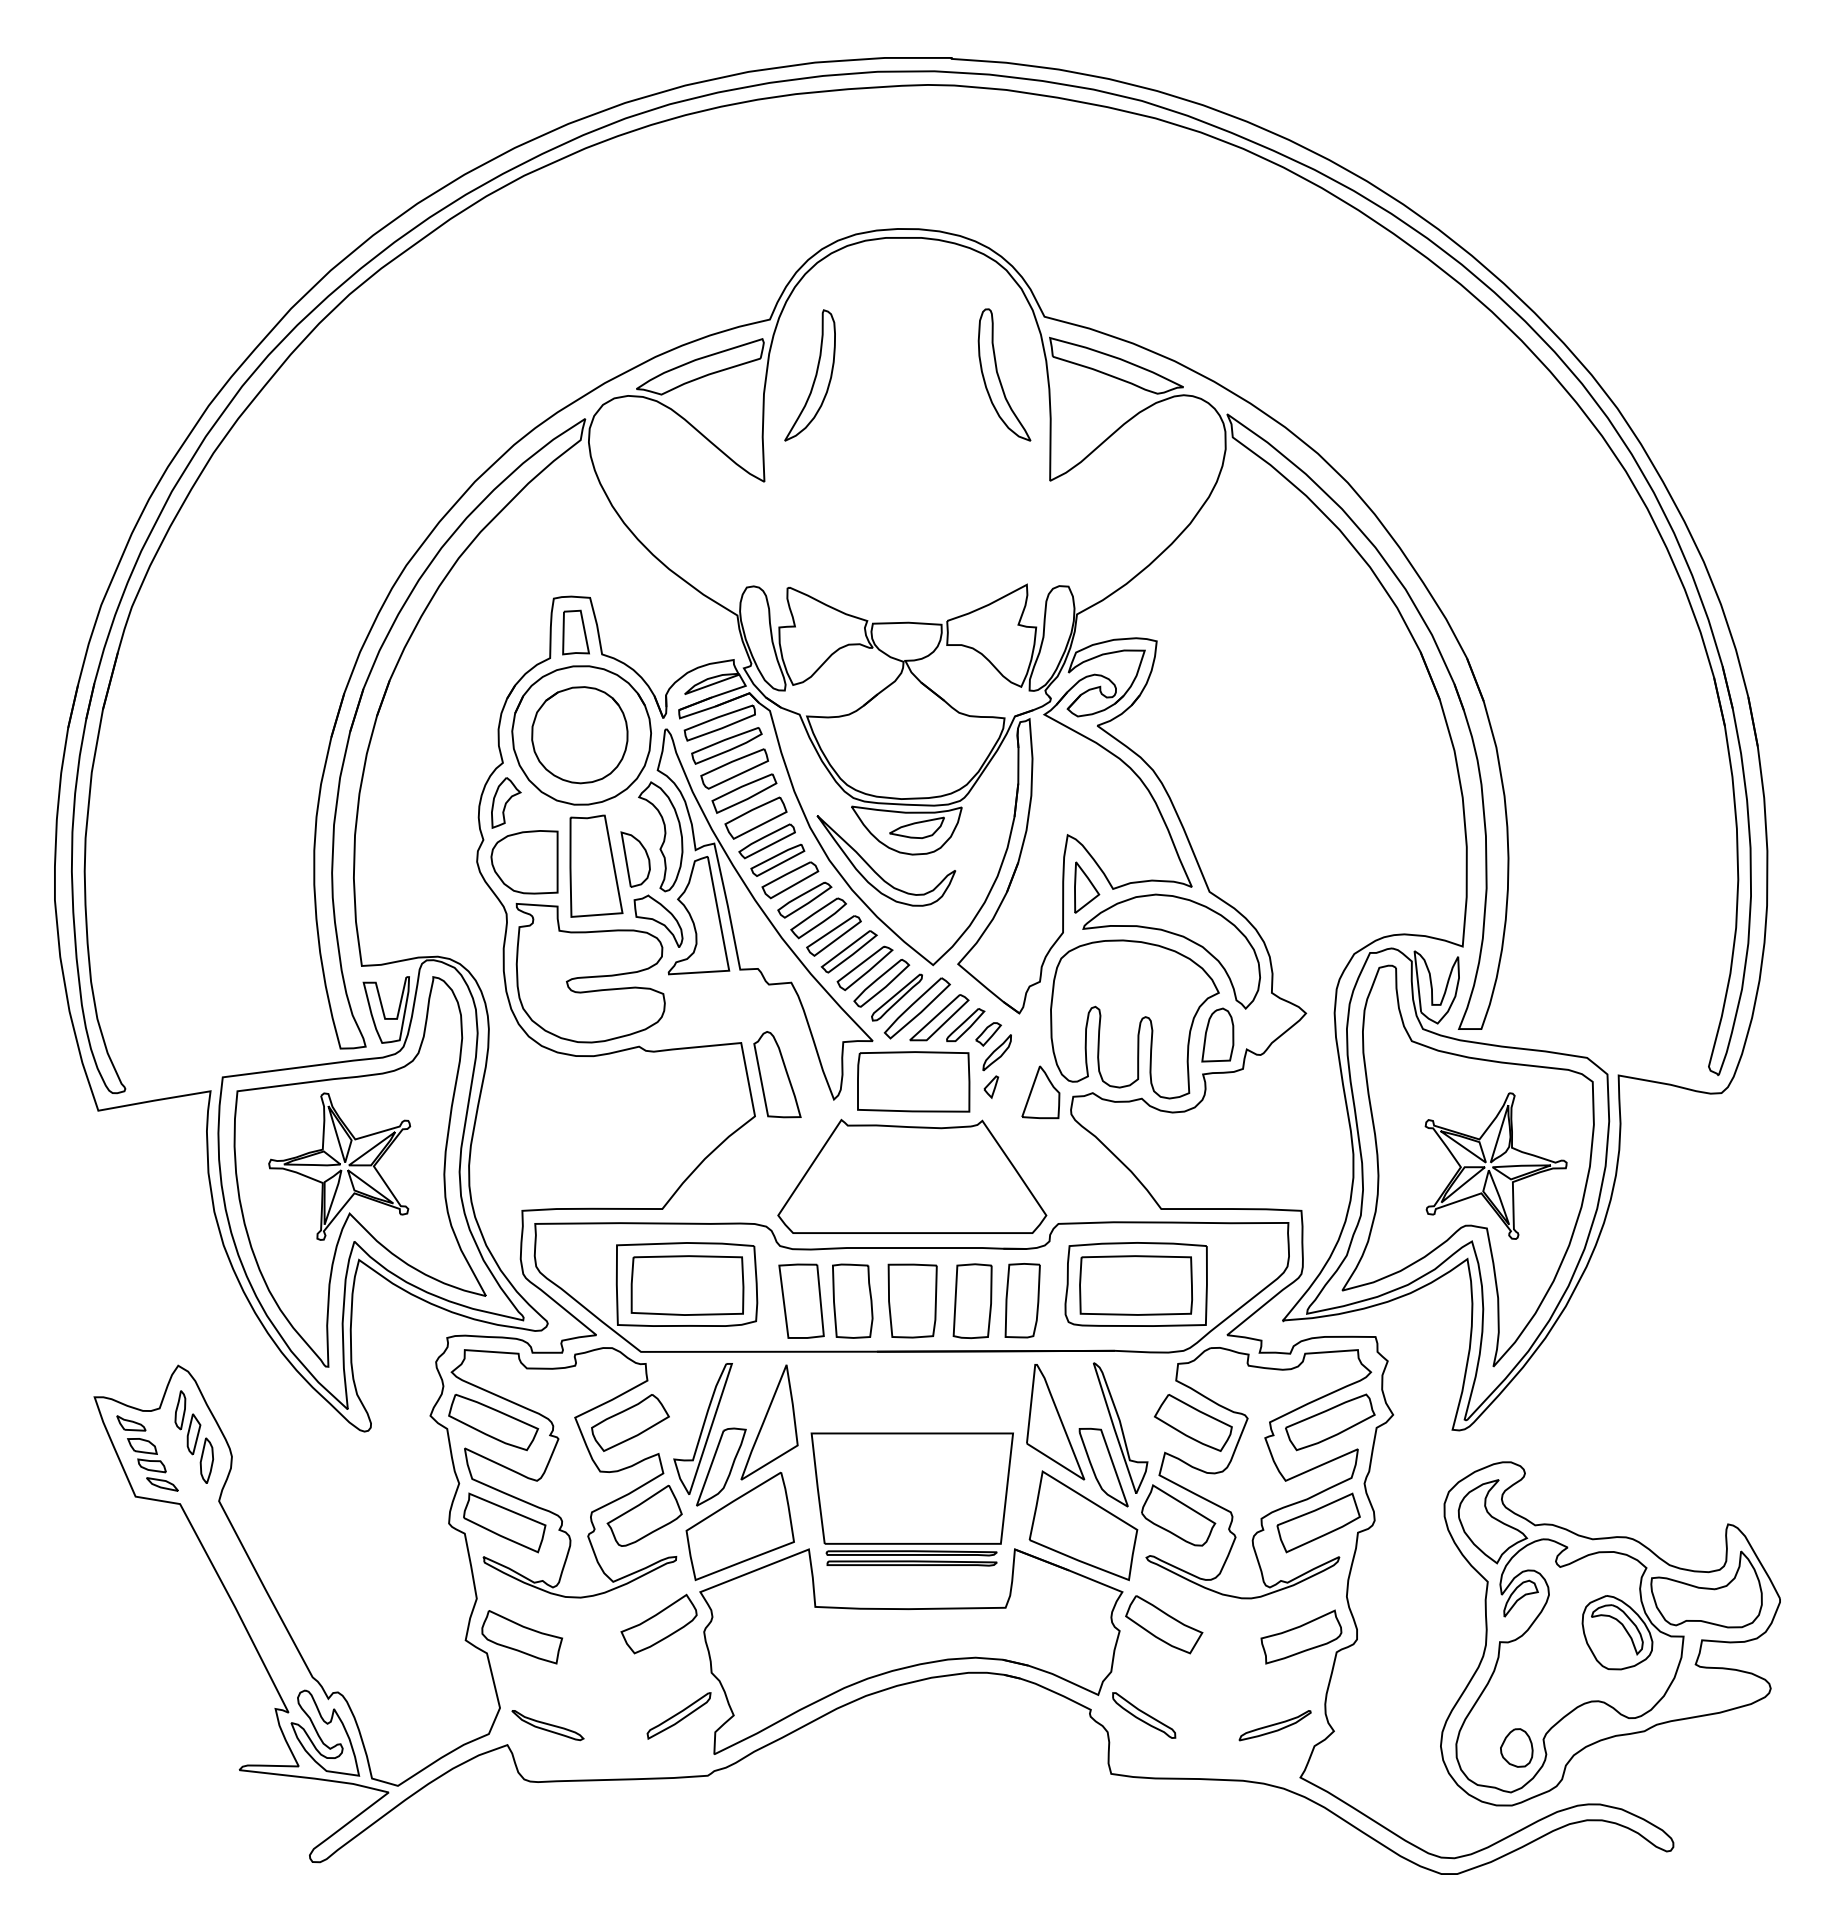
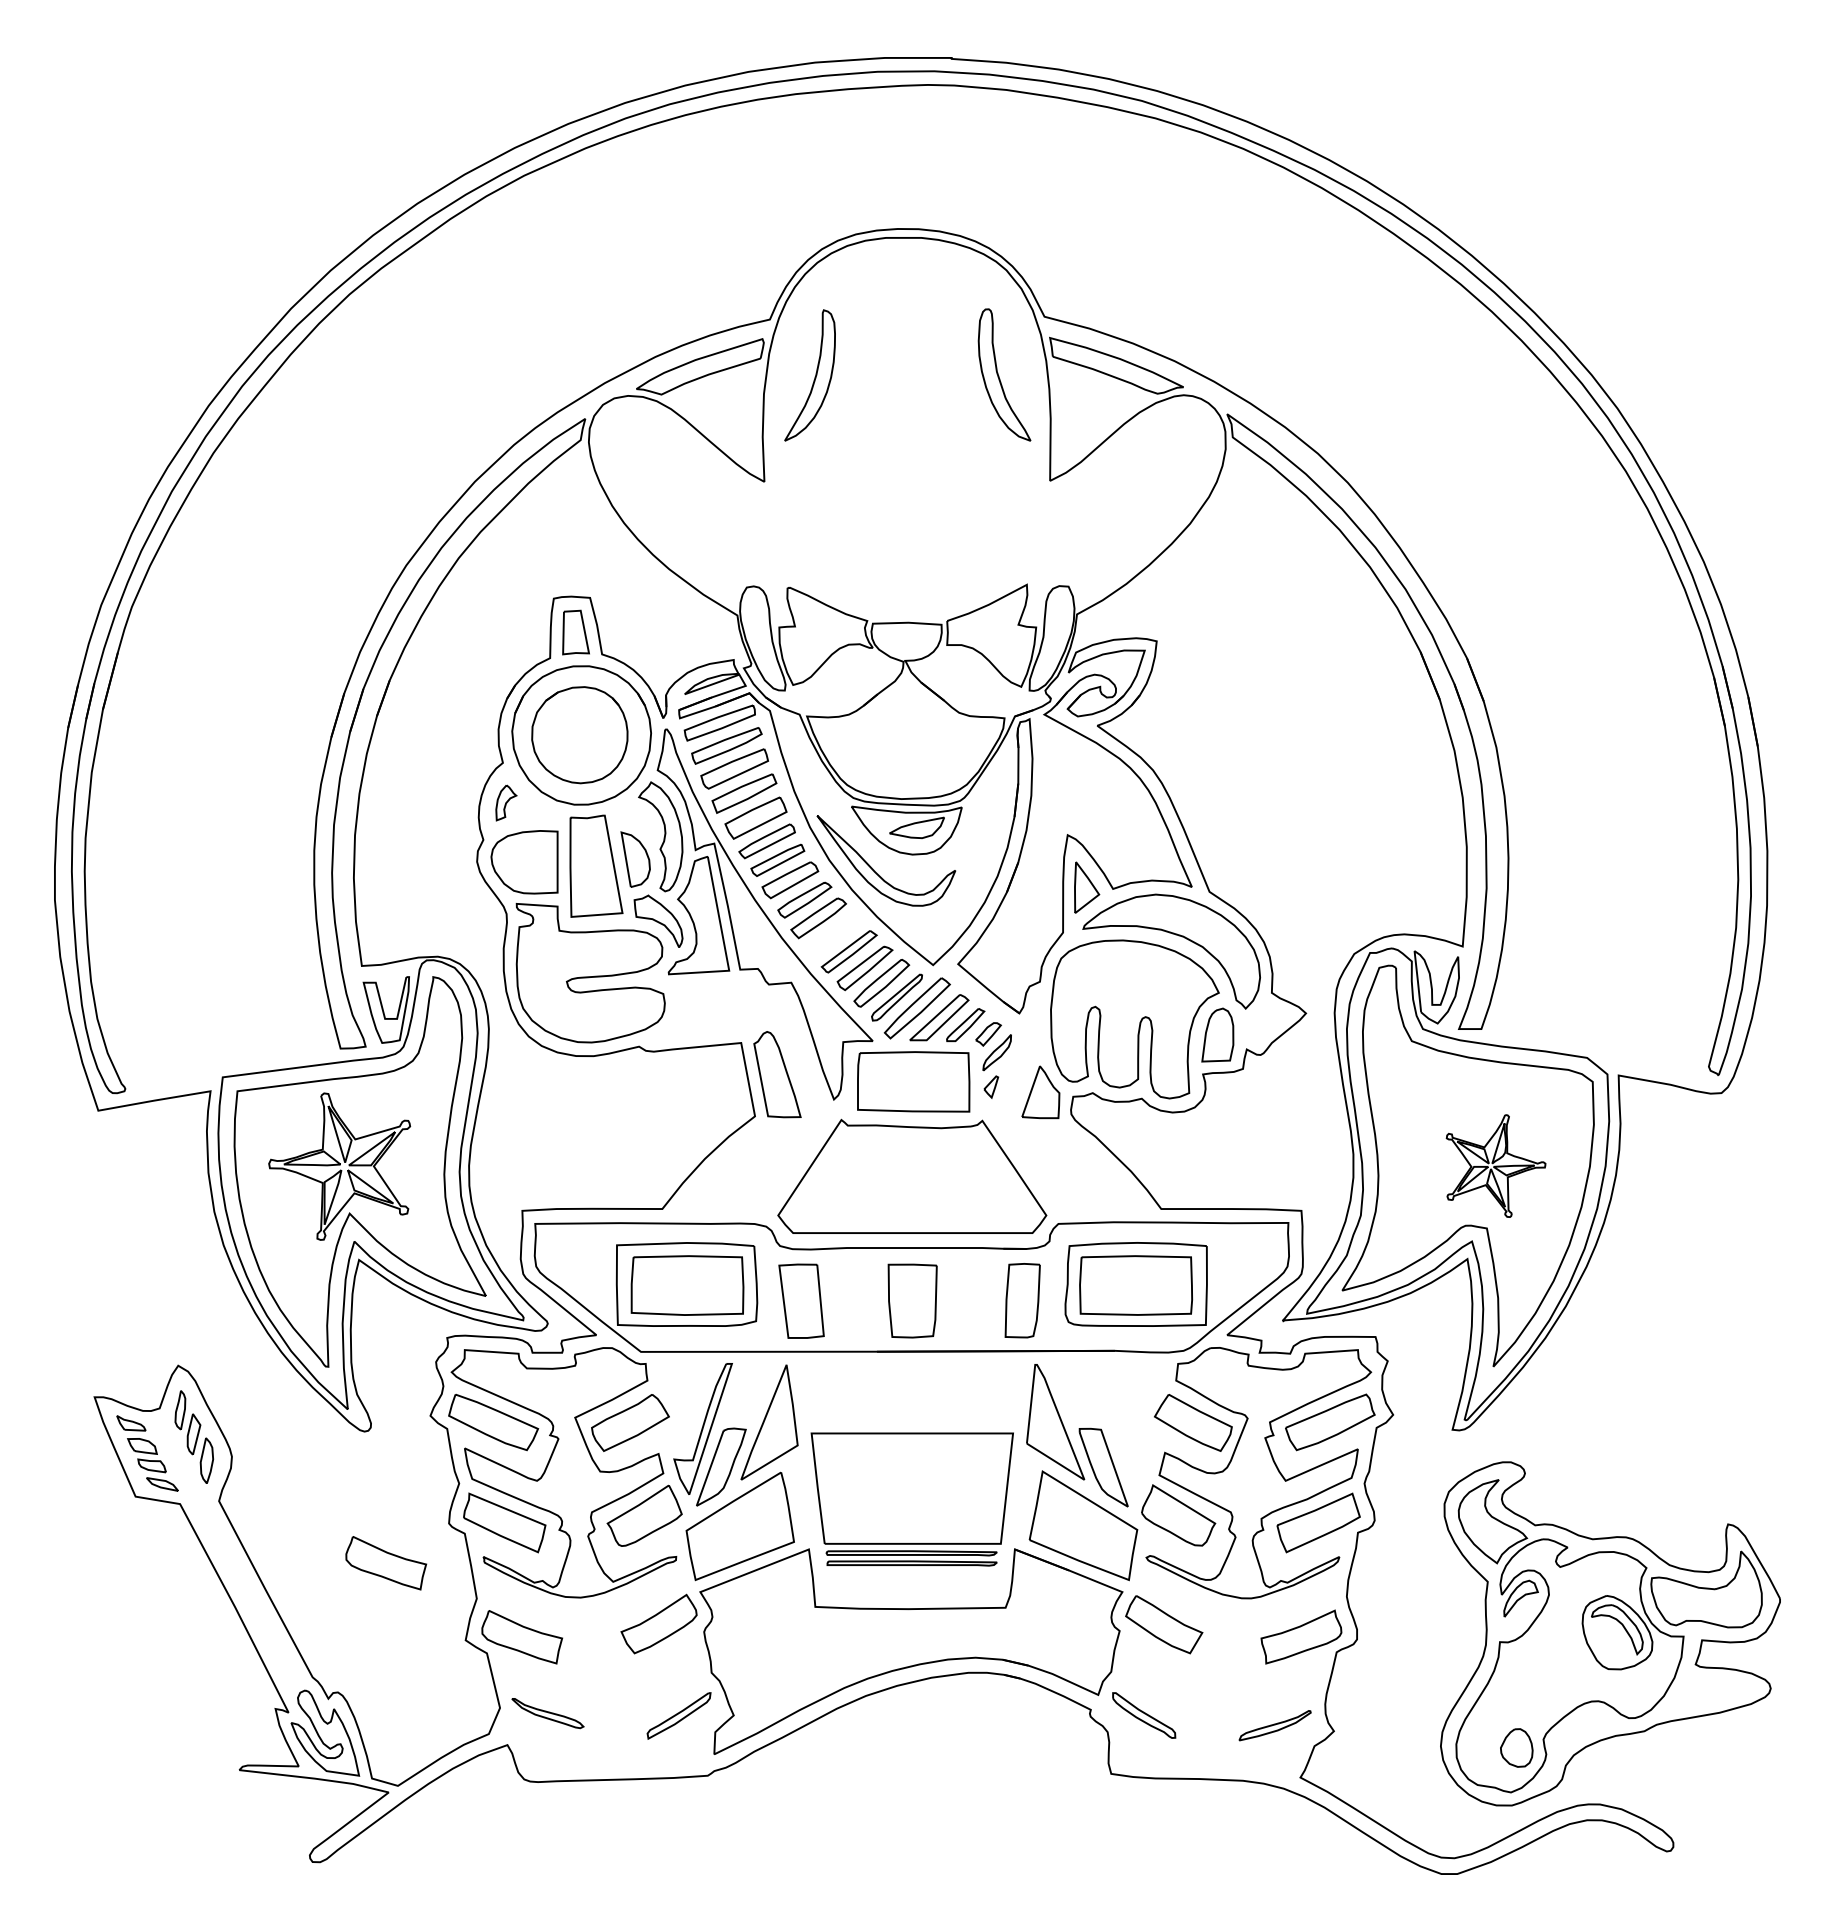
part at (506, 802) size: 31x52 px -> 23x38 px
part at (833, 935): present -> none
part at (1495, 1165) size: 144x148 px -> 102x104 px
part at (852, 1300): present -> none
part at (972, 1300): present -> none
part at (1120, 1427): present -> none
part at (386, 1563): none -> present
part at (547, 1725) position: (547, 1725) -> (547, 1713)
